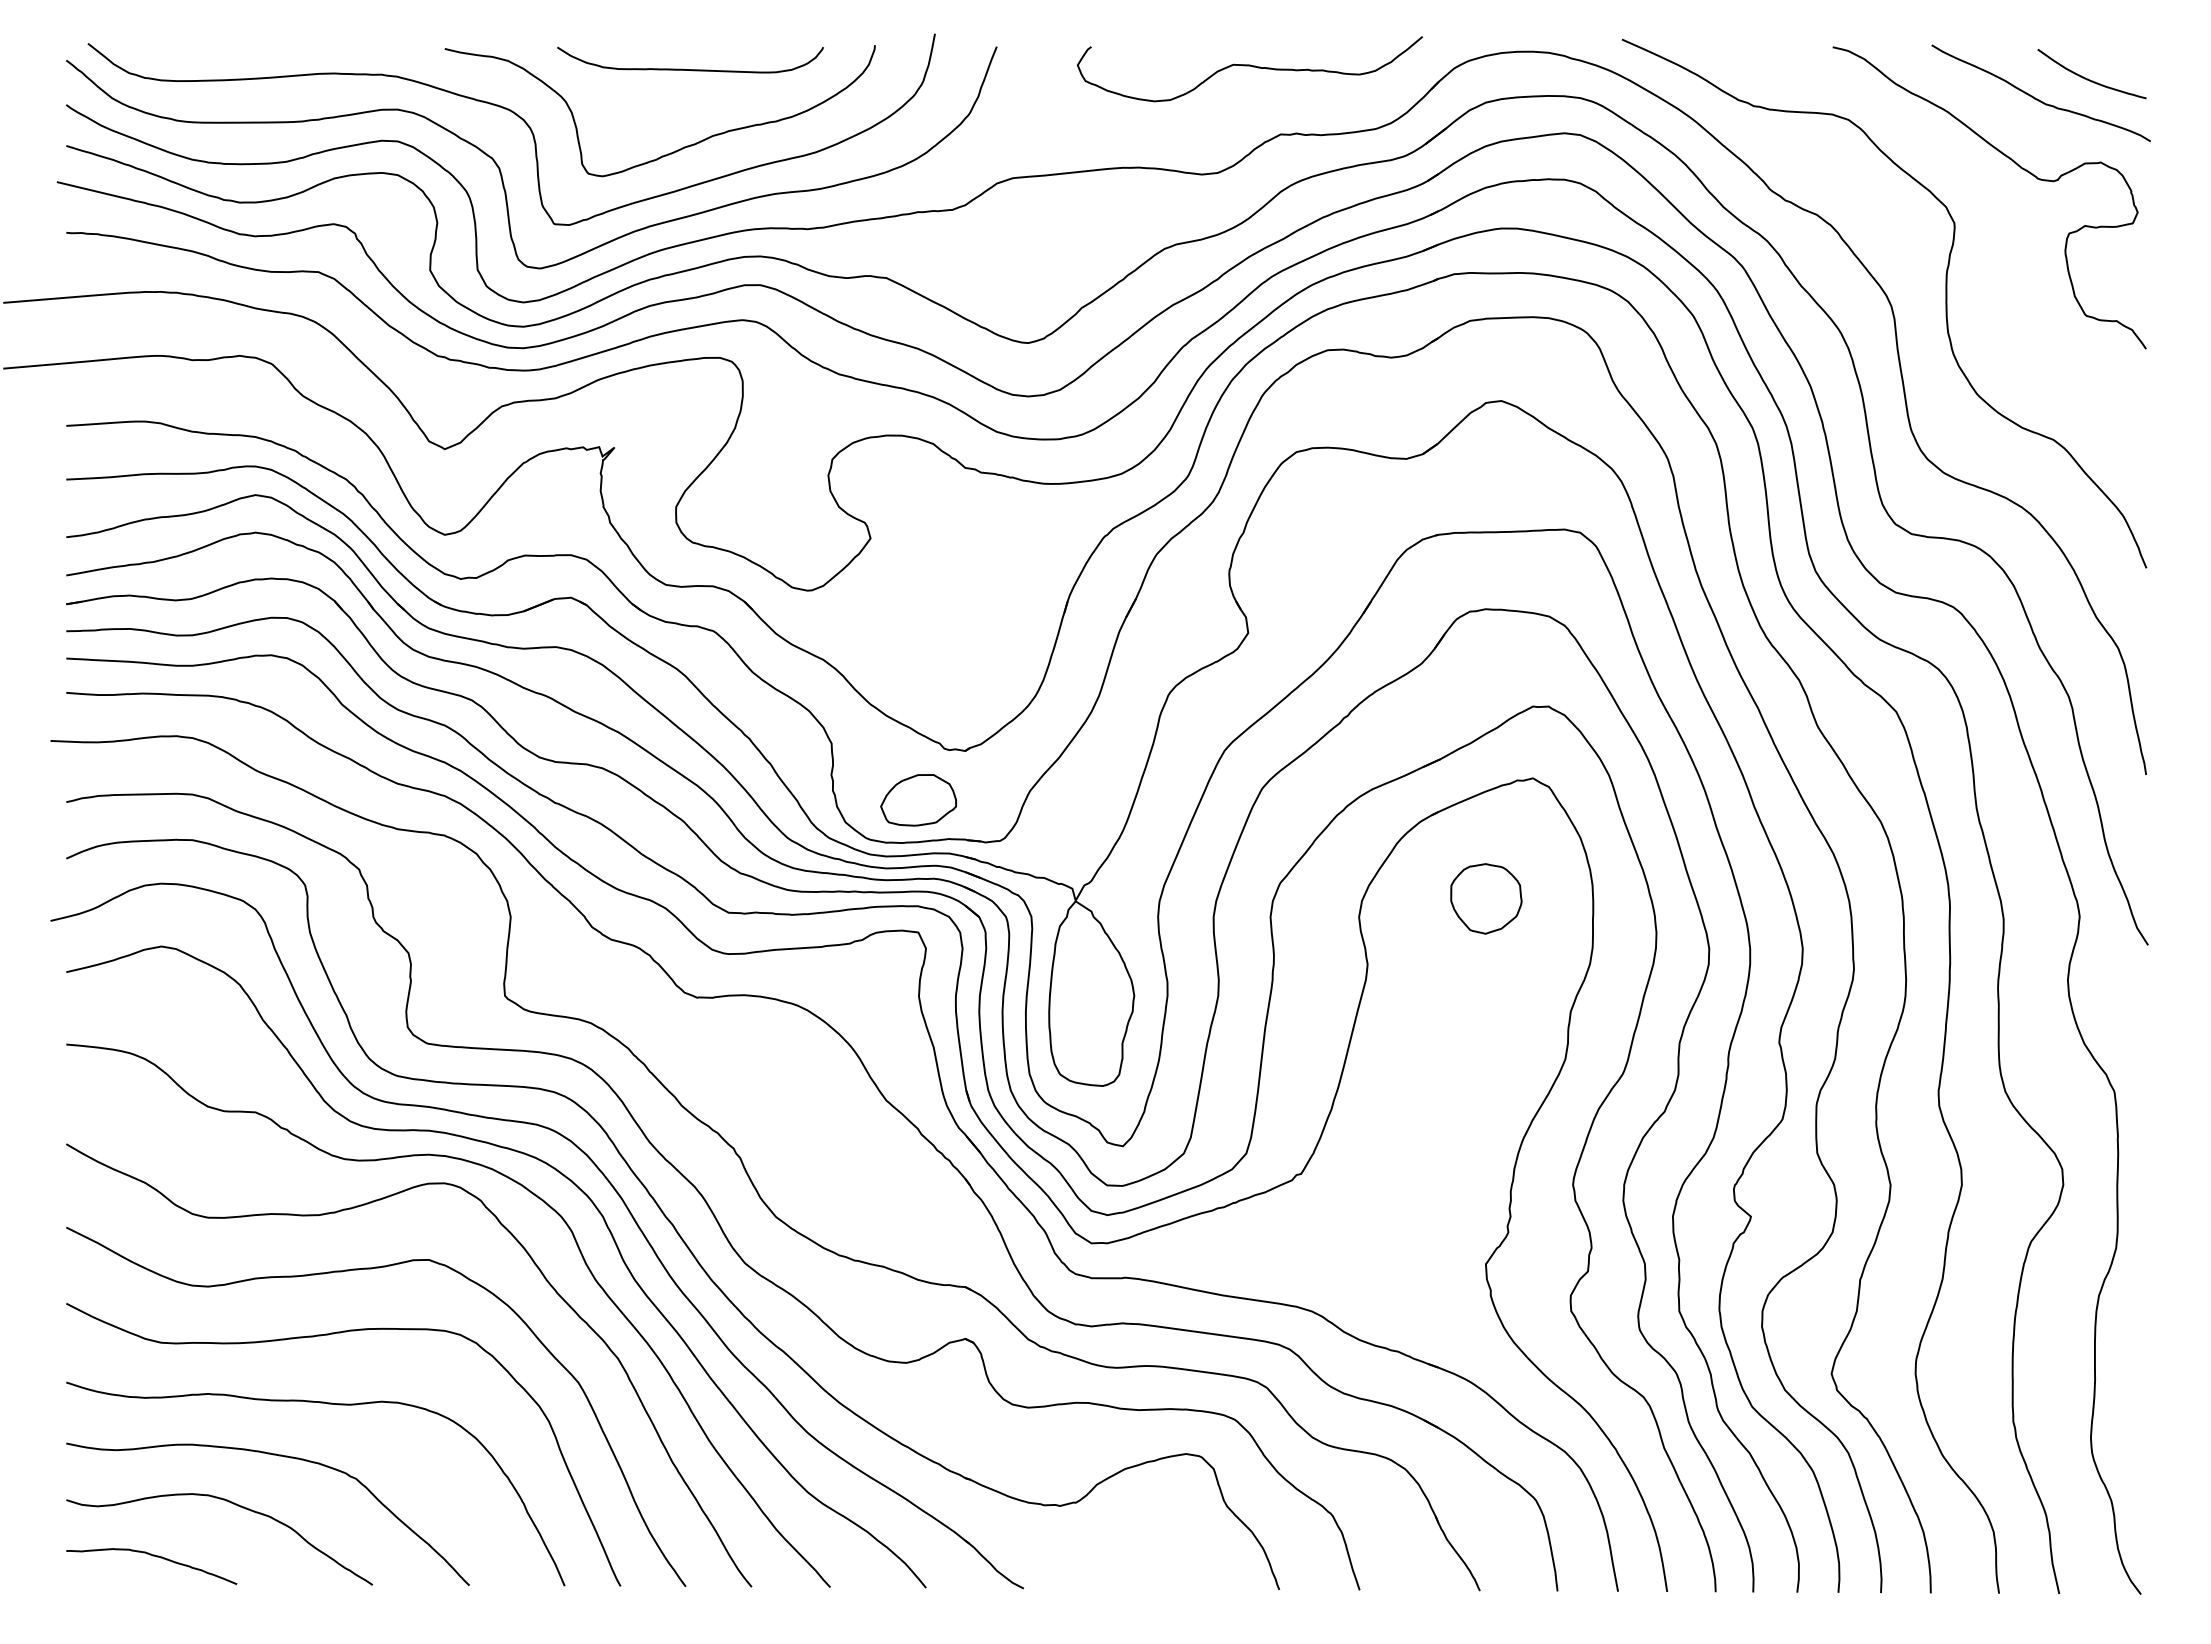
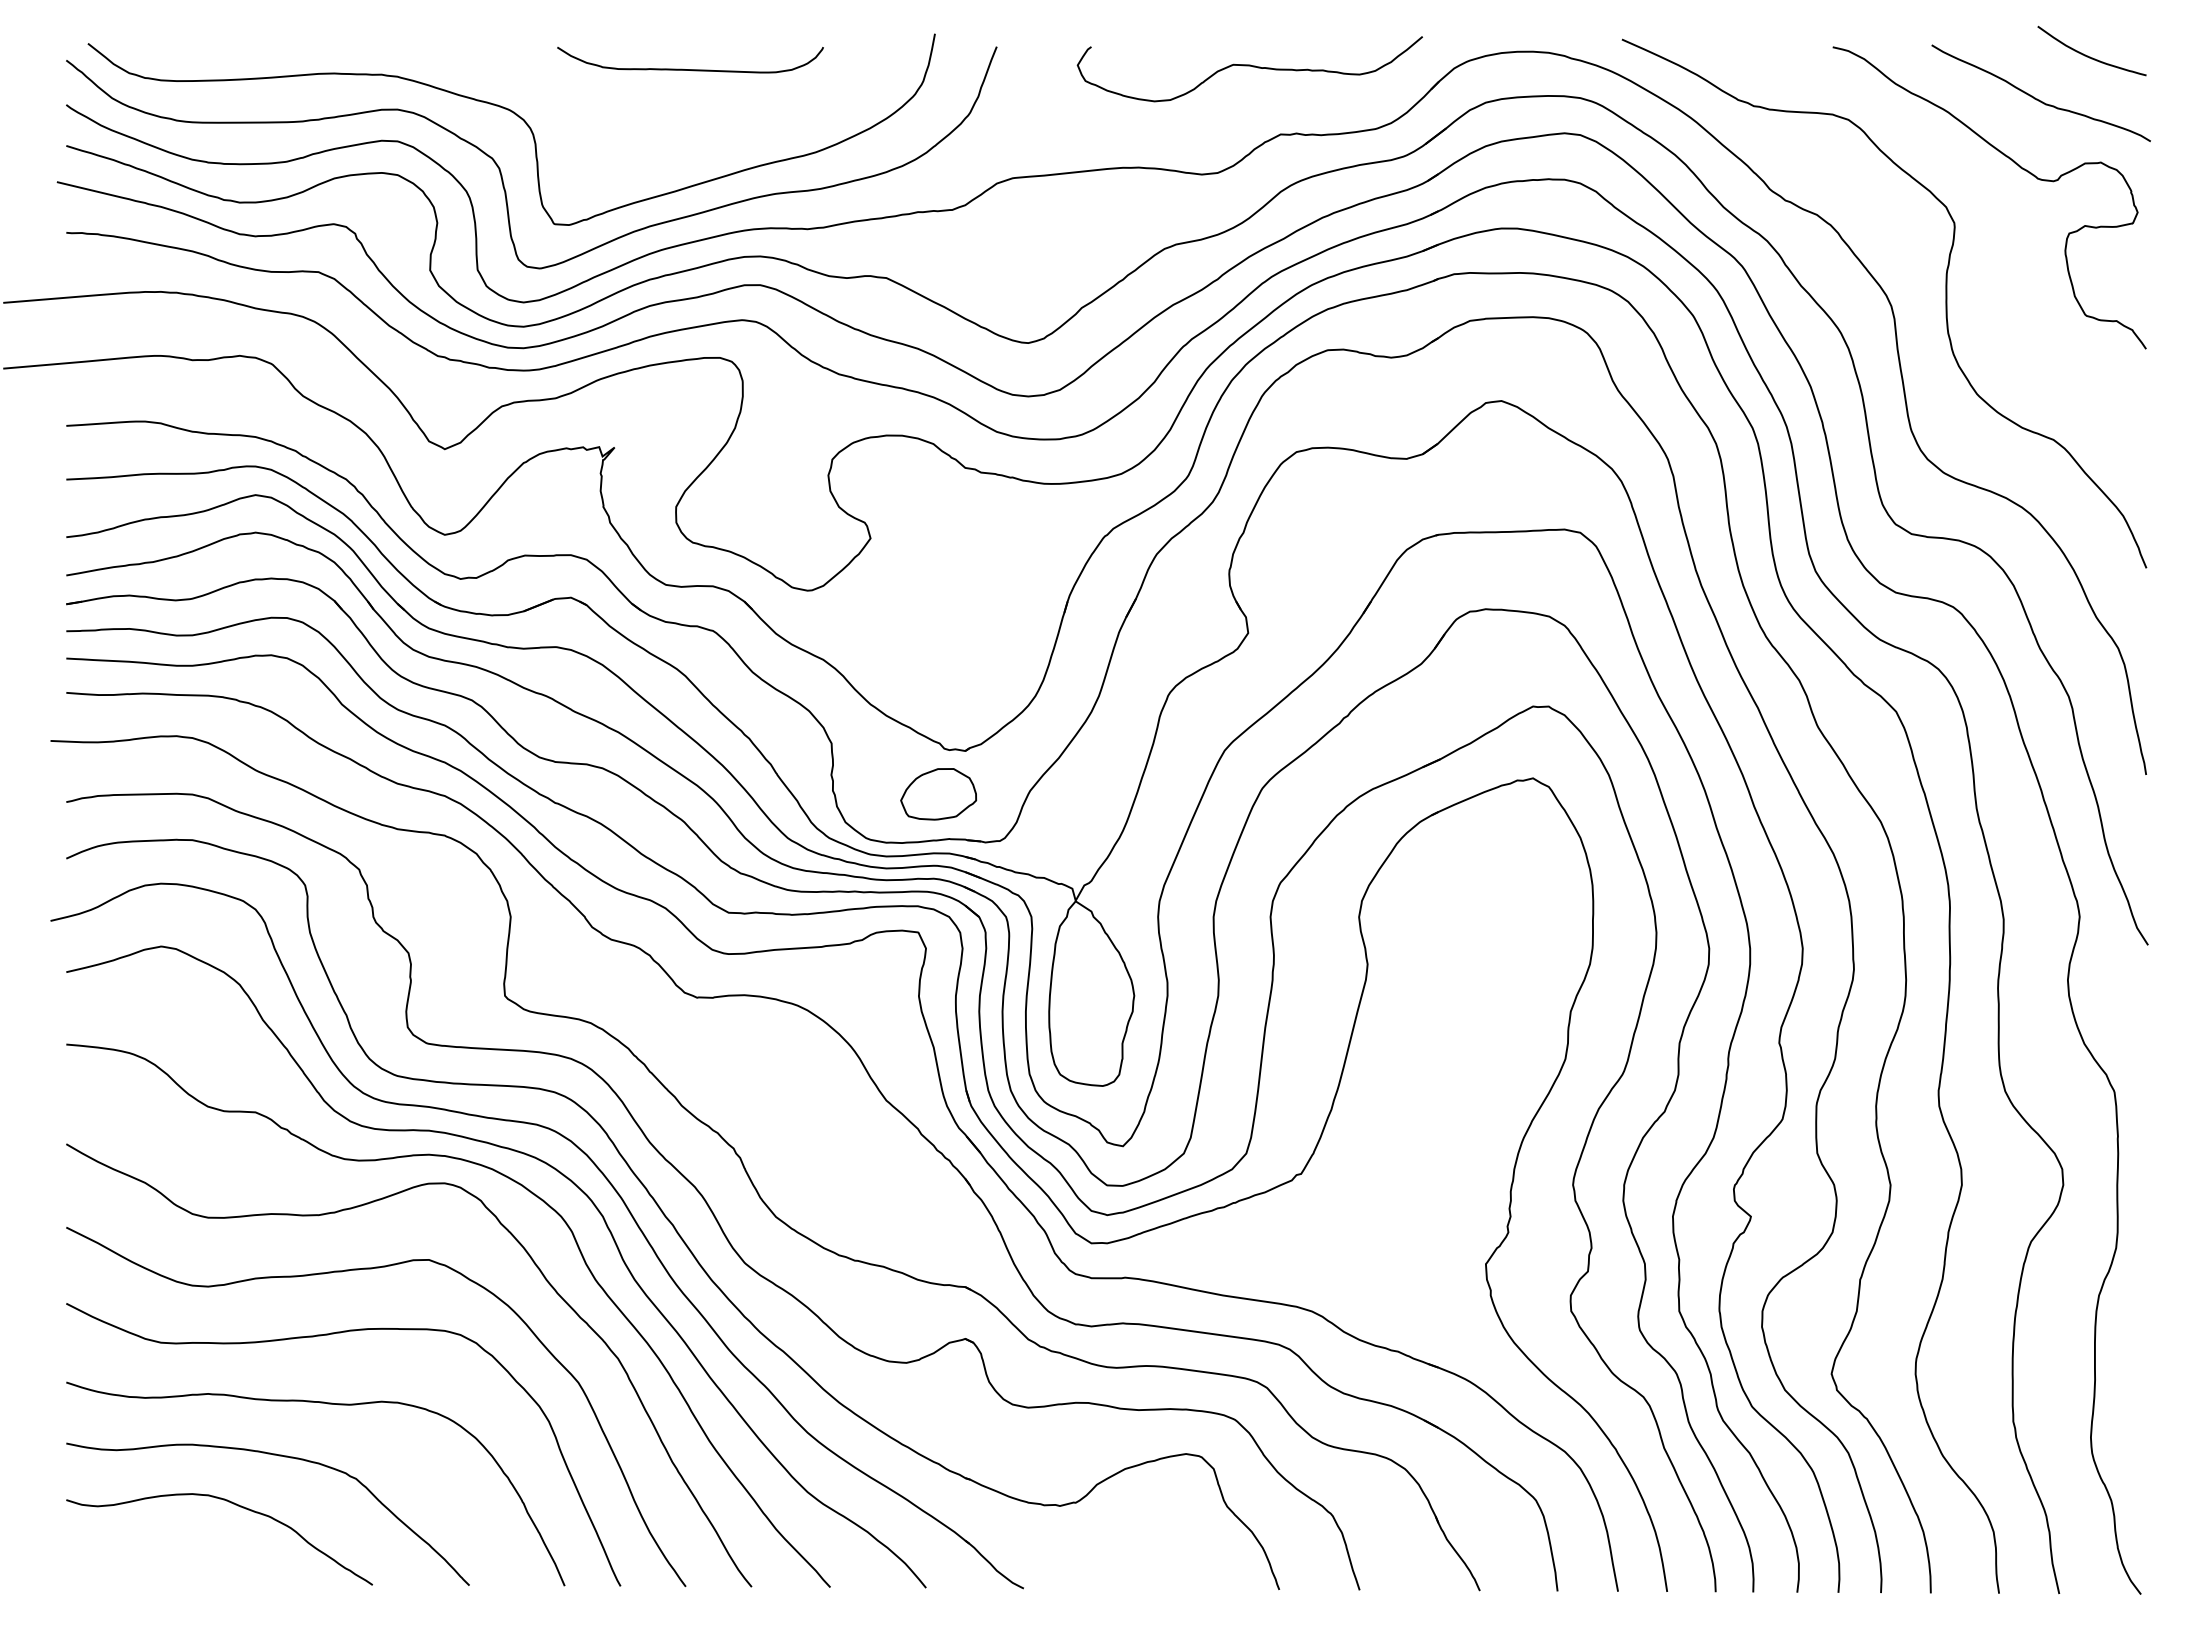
curve at (2088, 78) position: (2088, 78) -> (2088, 55)
curve at (677, 149): present -> none
part at (918, 800) position: (918, 800) -> (938, 794)
part at (1486, 898): present -> none
curve at (152, 1556): present -> none
